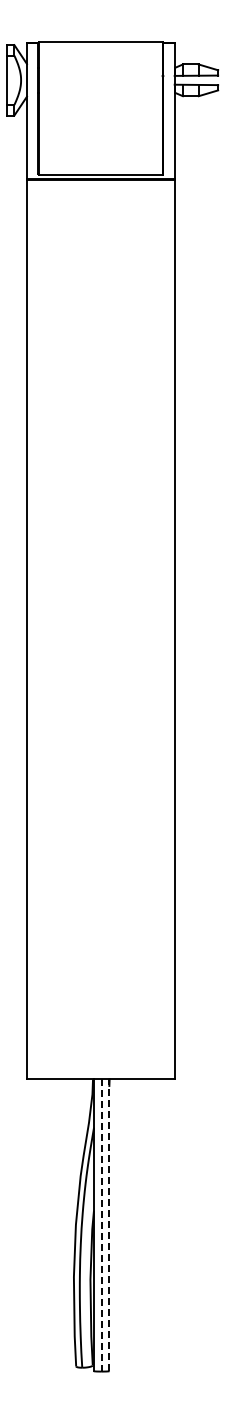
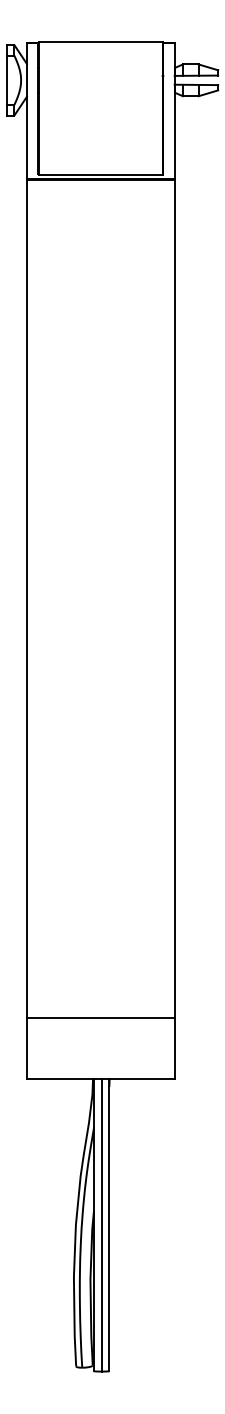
line at (100, 1018): none -> present
line at (101, 1225): dashed -> solid
line at (109, 1225): dashed -> solid
